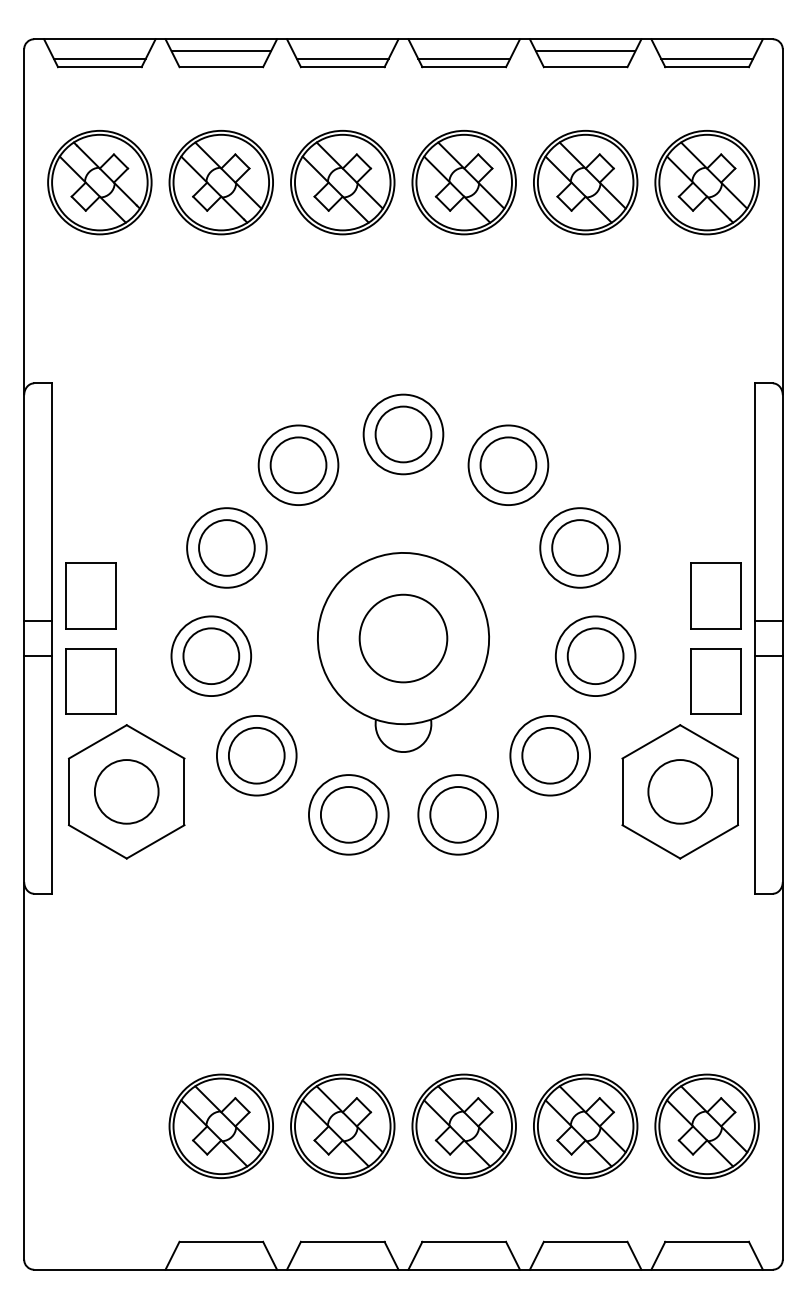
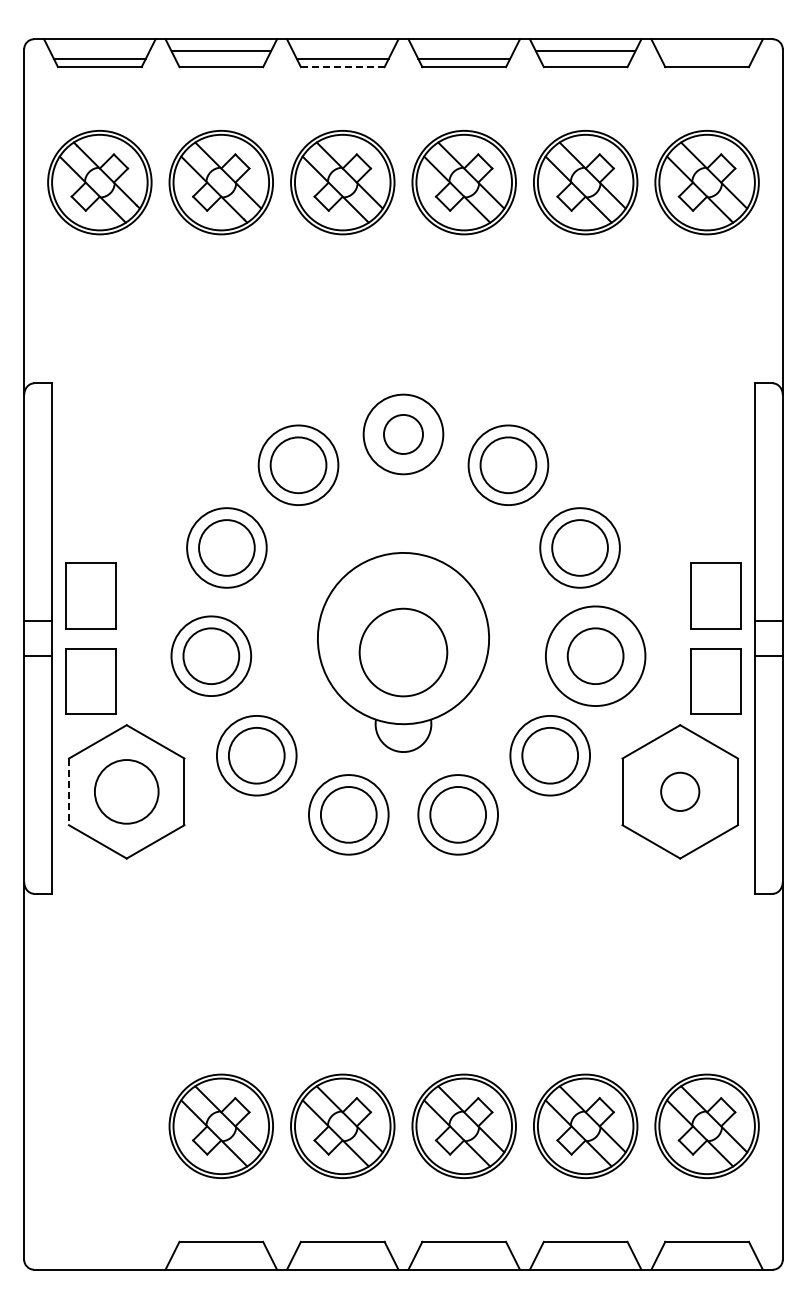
line at (706, 59): present -> none
line at (342, 67): solid -> dashed
circle at (403, 434) diameter: 56 px -> 39 px
circle at (403, 638) position: (403, 638) -> (403, 652)
circle at (595, 656) diameter: 80 px -> 100 px
circle at (680, 791) diameter: 64 px -> 38 px
line at (69, 792): solid -> dashed
